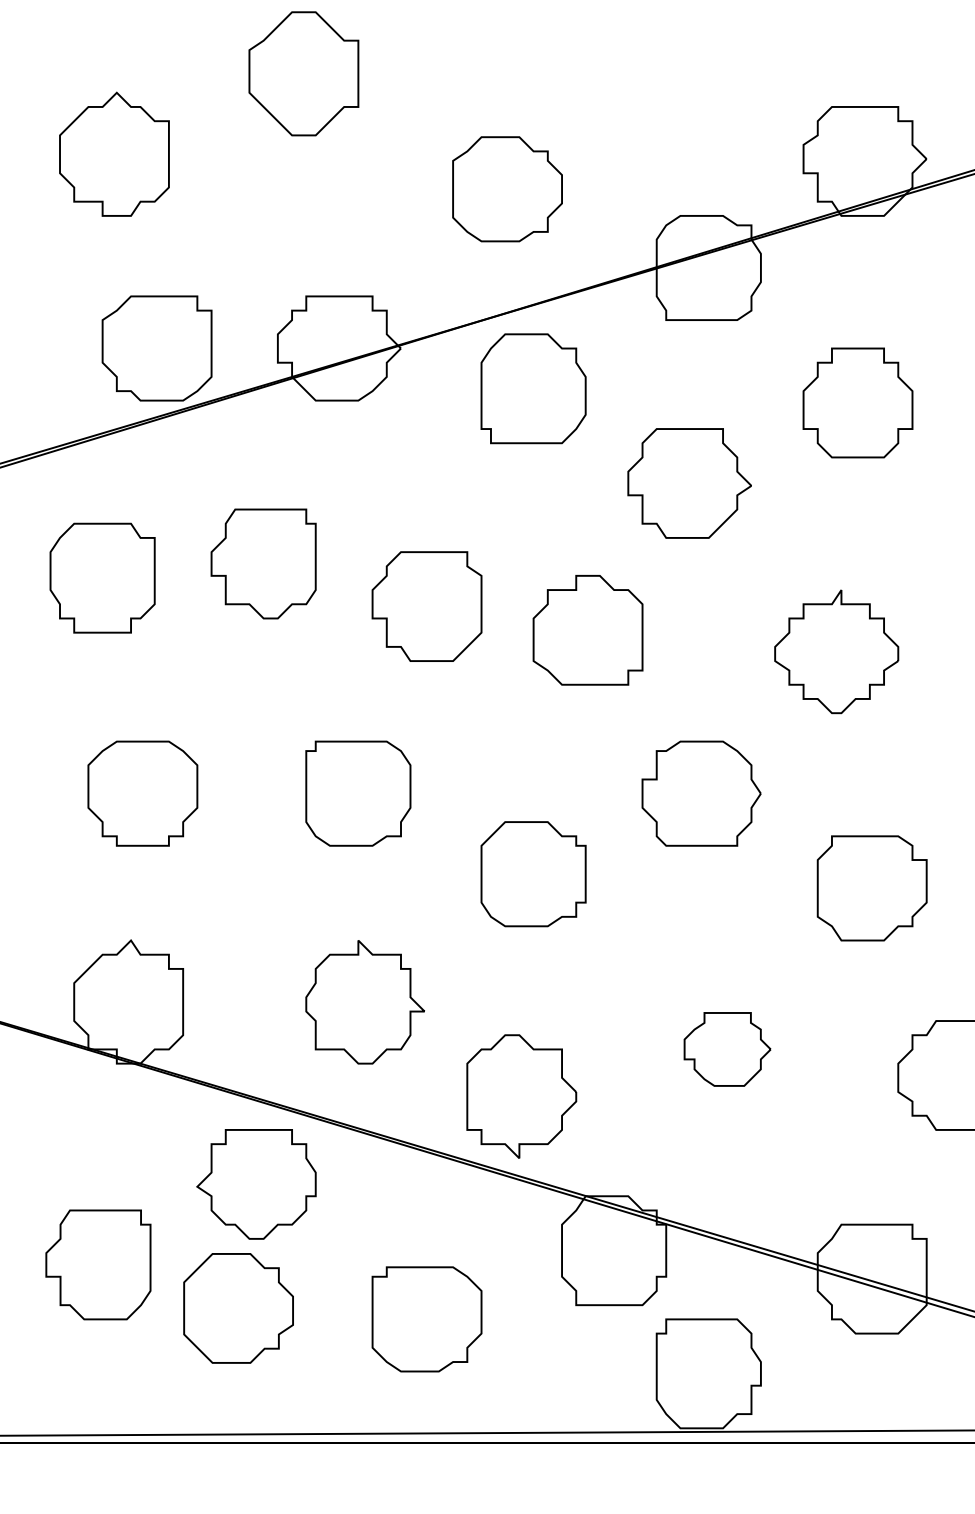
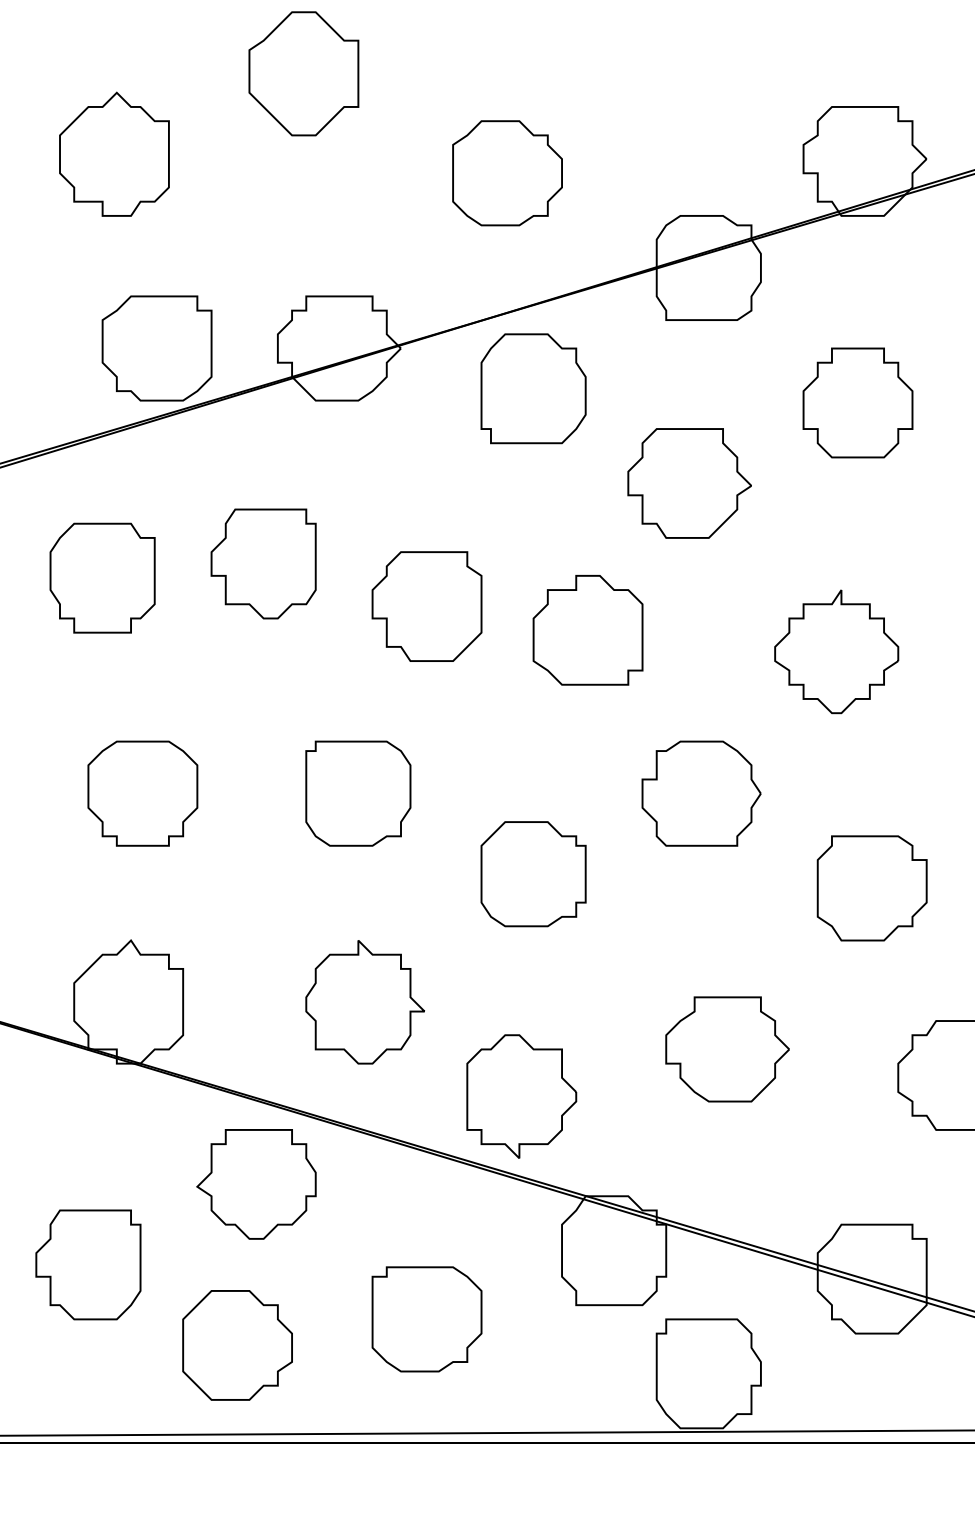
part at (507, 189) position: (507, 189) -> (507, 173)
part at (727, 1049) size: 89x75 px -> 125x107 px
part at (98, 1264) position: (98, 1264) -> (88, 1264)
part at (238, 1308) position: (238, 1308) -> (237, 1345)
